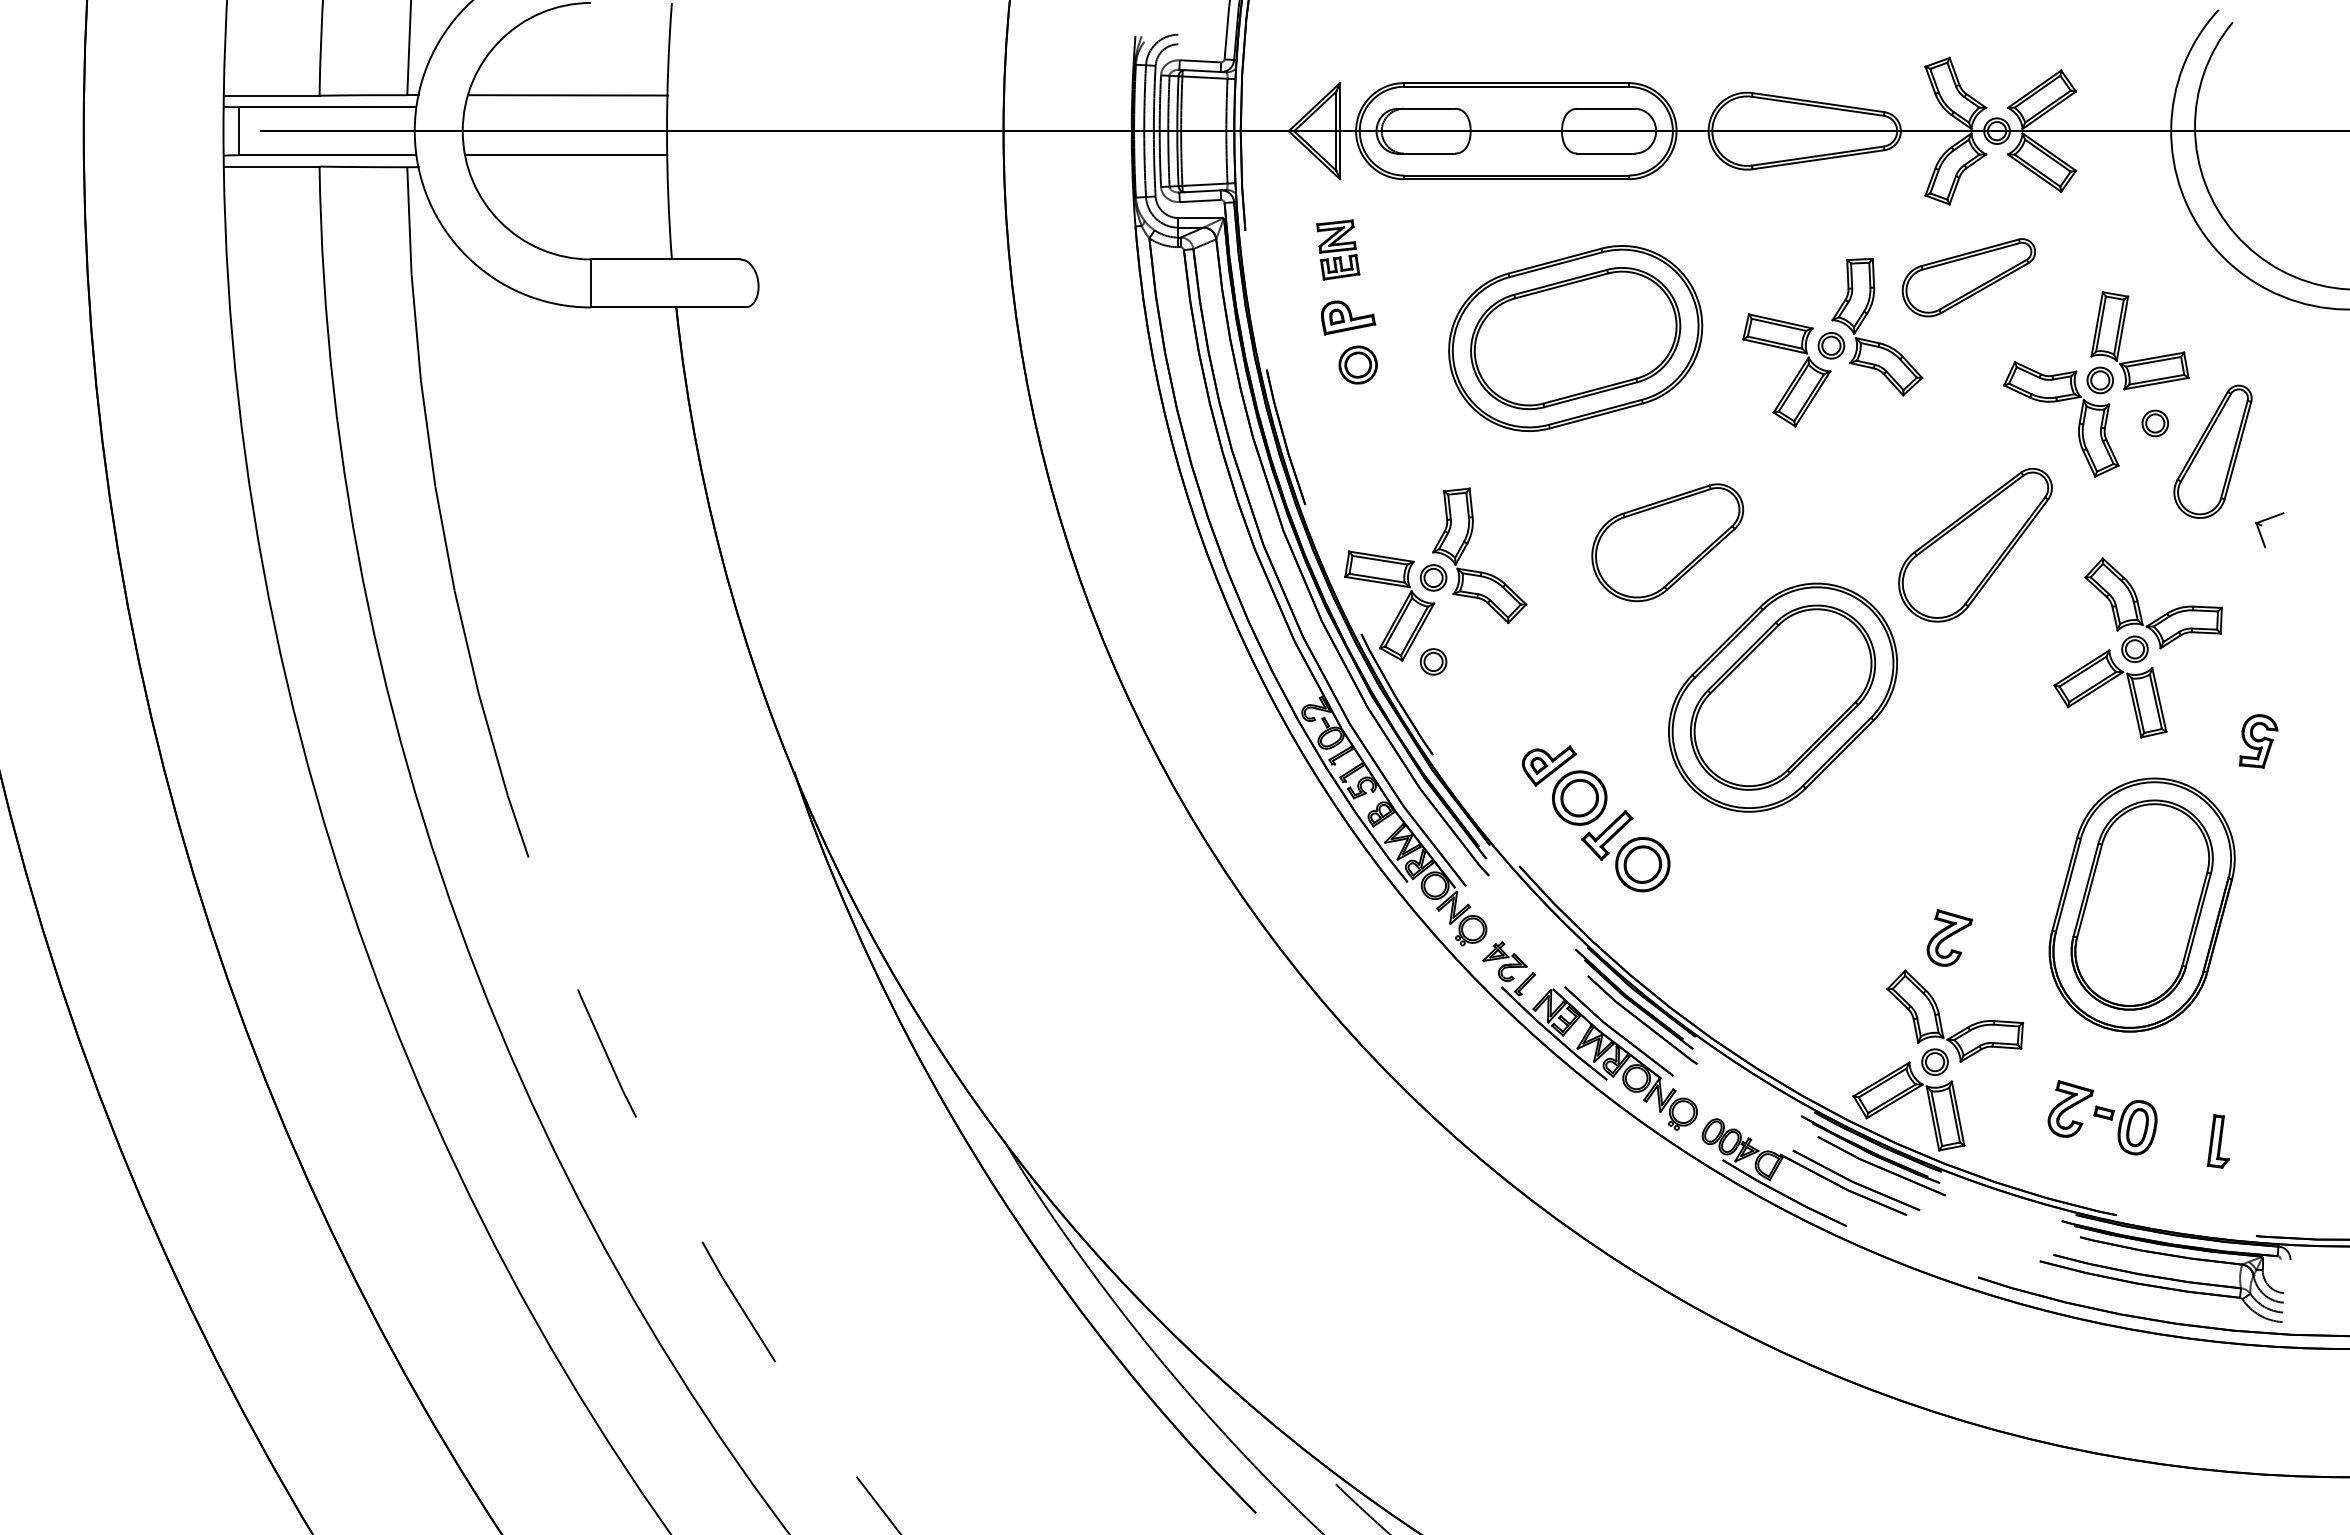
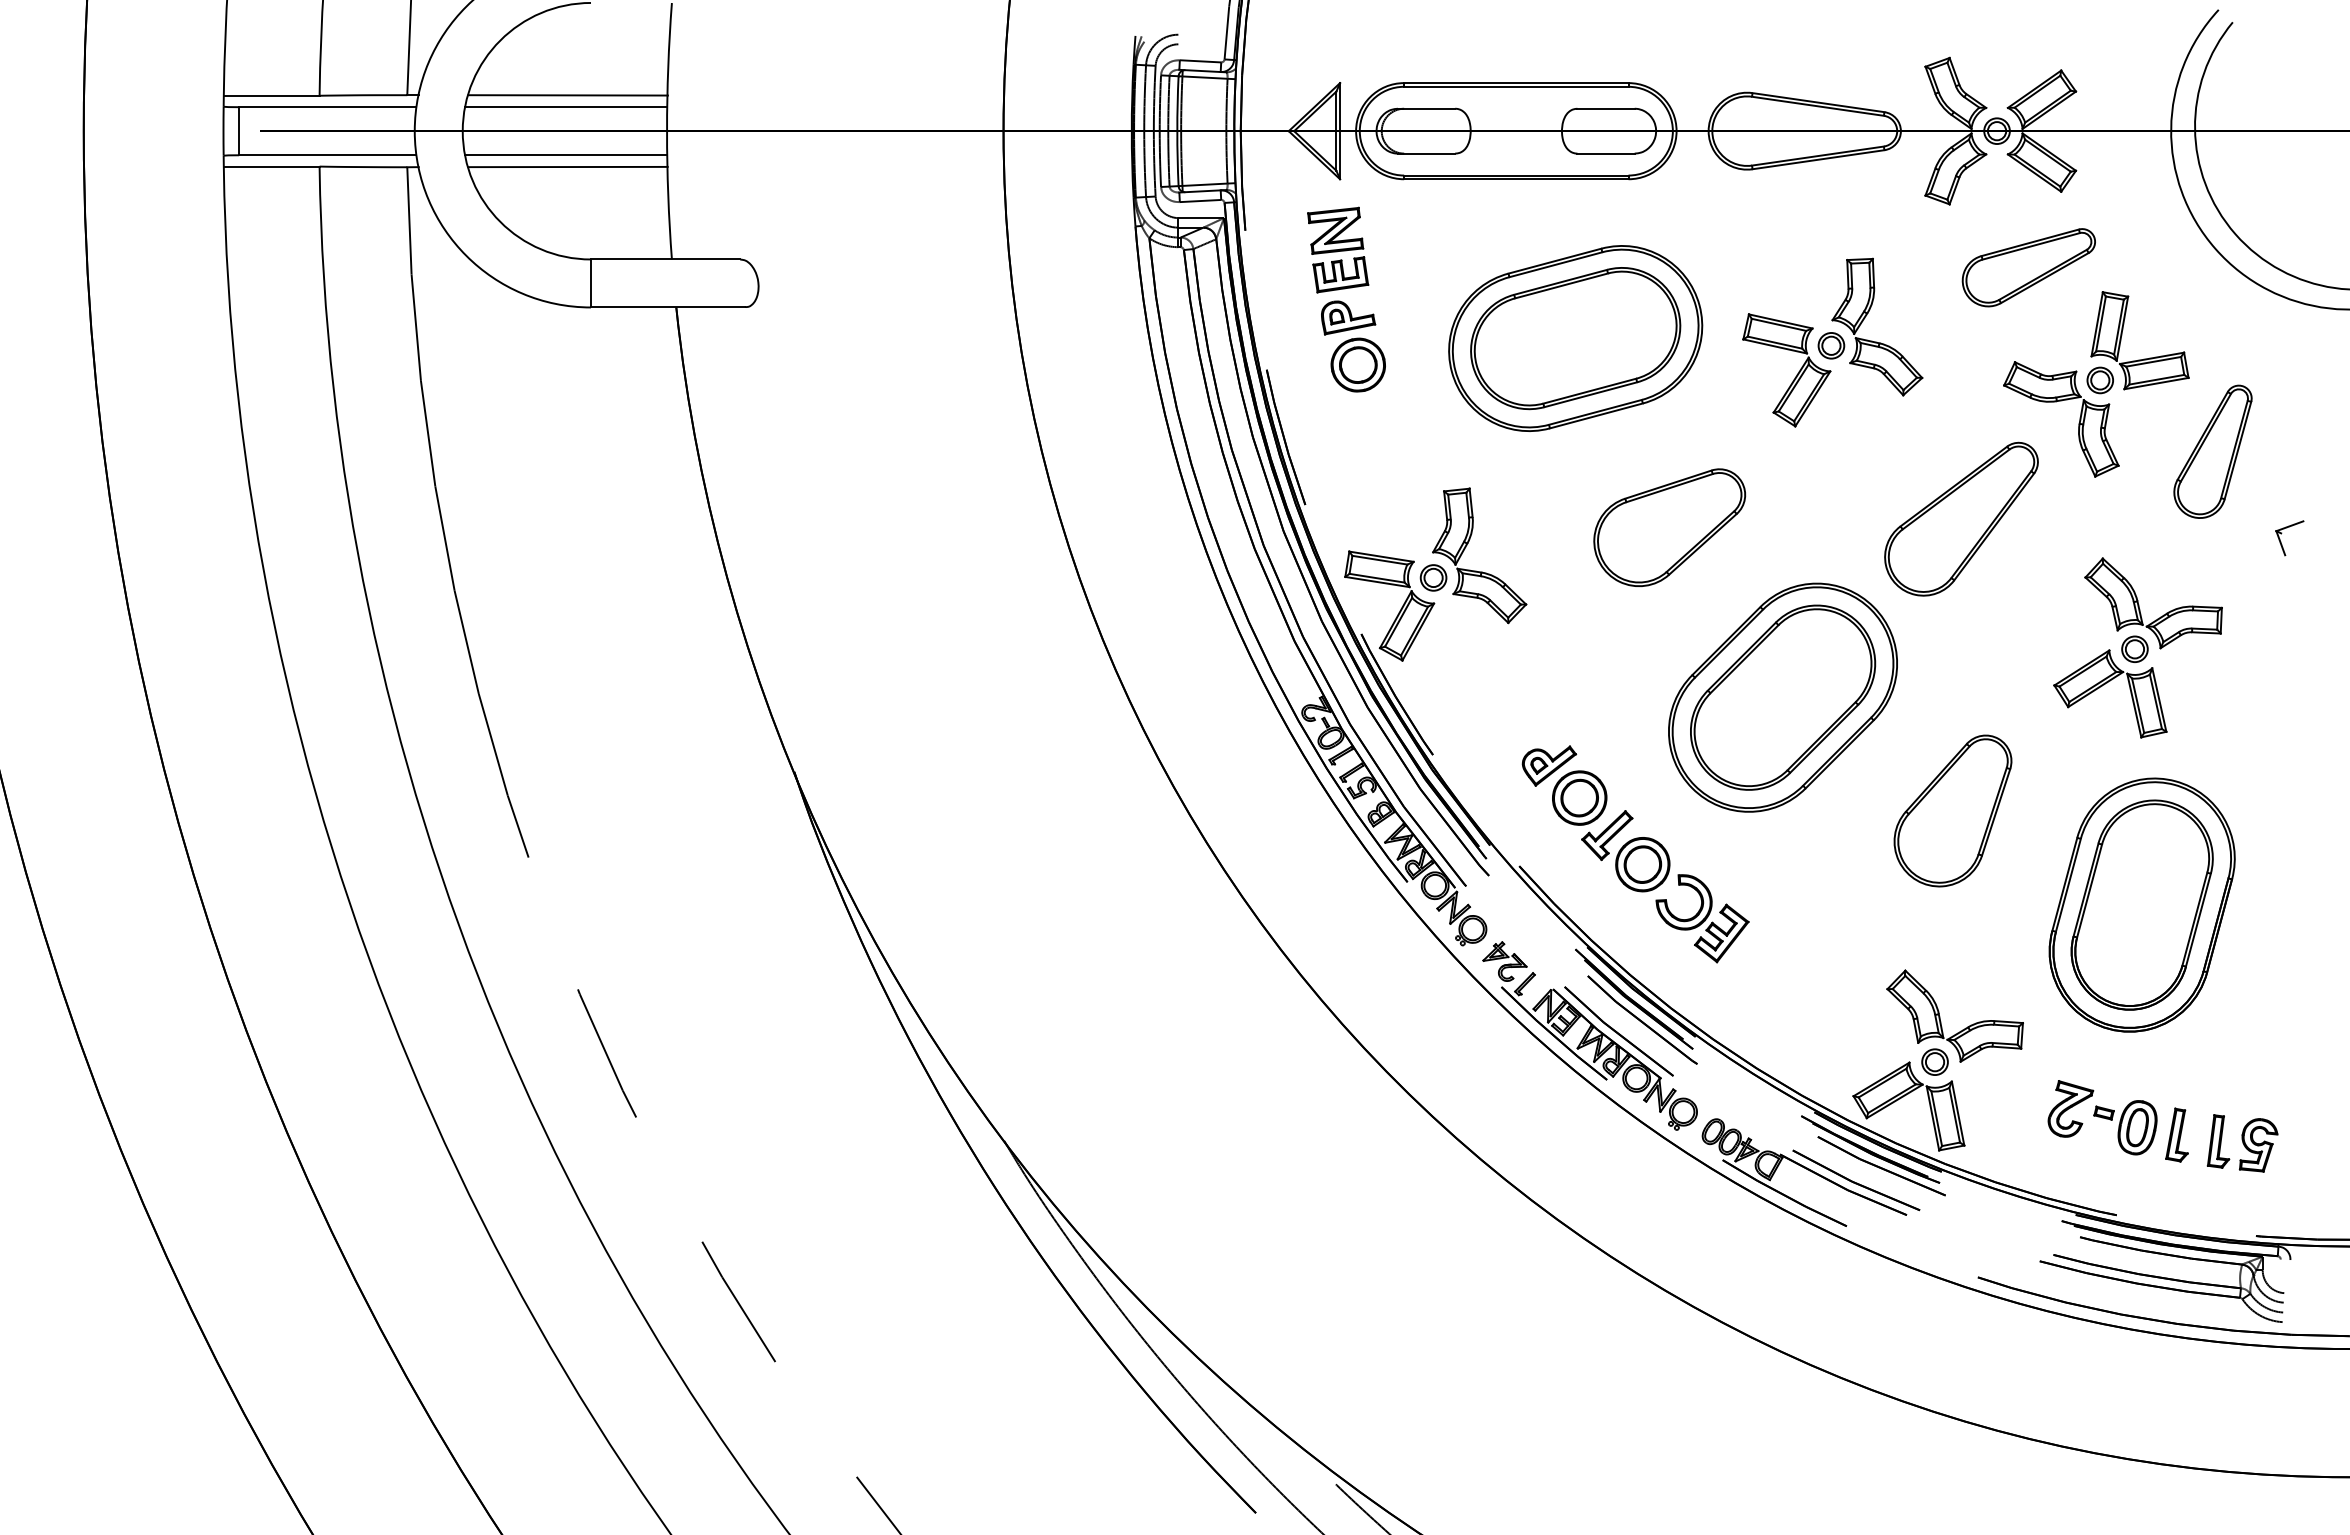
line at (565, 107): none -> present
line at (567, 166): none -> present
part at (1338, 249) size: 45x62 px -> 63x88 px
part at (1968, 277) position: (1968, 277) -> (2028, 267)
part at (1357, 364) size: 40x40 px -> 56x56 px
part at (2154, 423): present -> none
part at (2261, 533) position: (2261, 533) -> (2281, 541)
part at (1667, 542) position: (1667, 542) -> (1669, 527)
part at (1975, 544) position: (1975, 544) -> (1961, 518)
part at (1433, 661): present -> none
part at (2258, 741) position: (2258, 741) -> (2258, 1145)
part at (1952, 810): none -> present
part at (1702, 918): none -> present
part at (1949, 937): present -> none
part at (2176, 1134): none -> present
